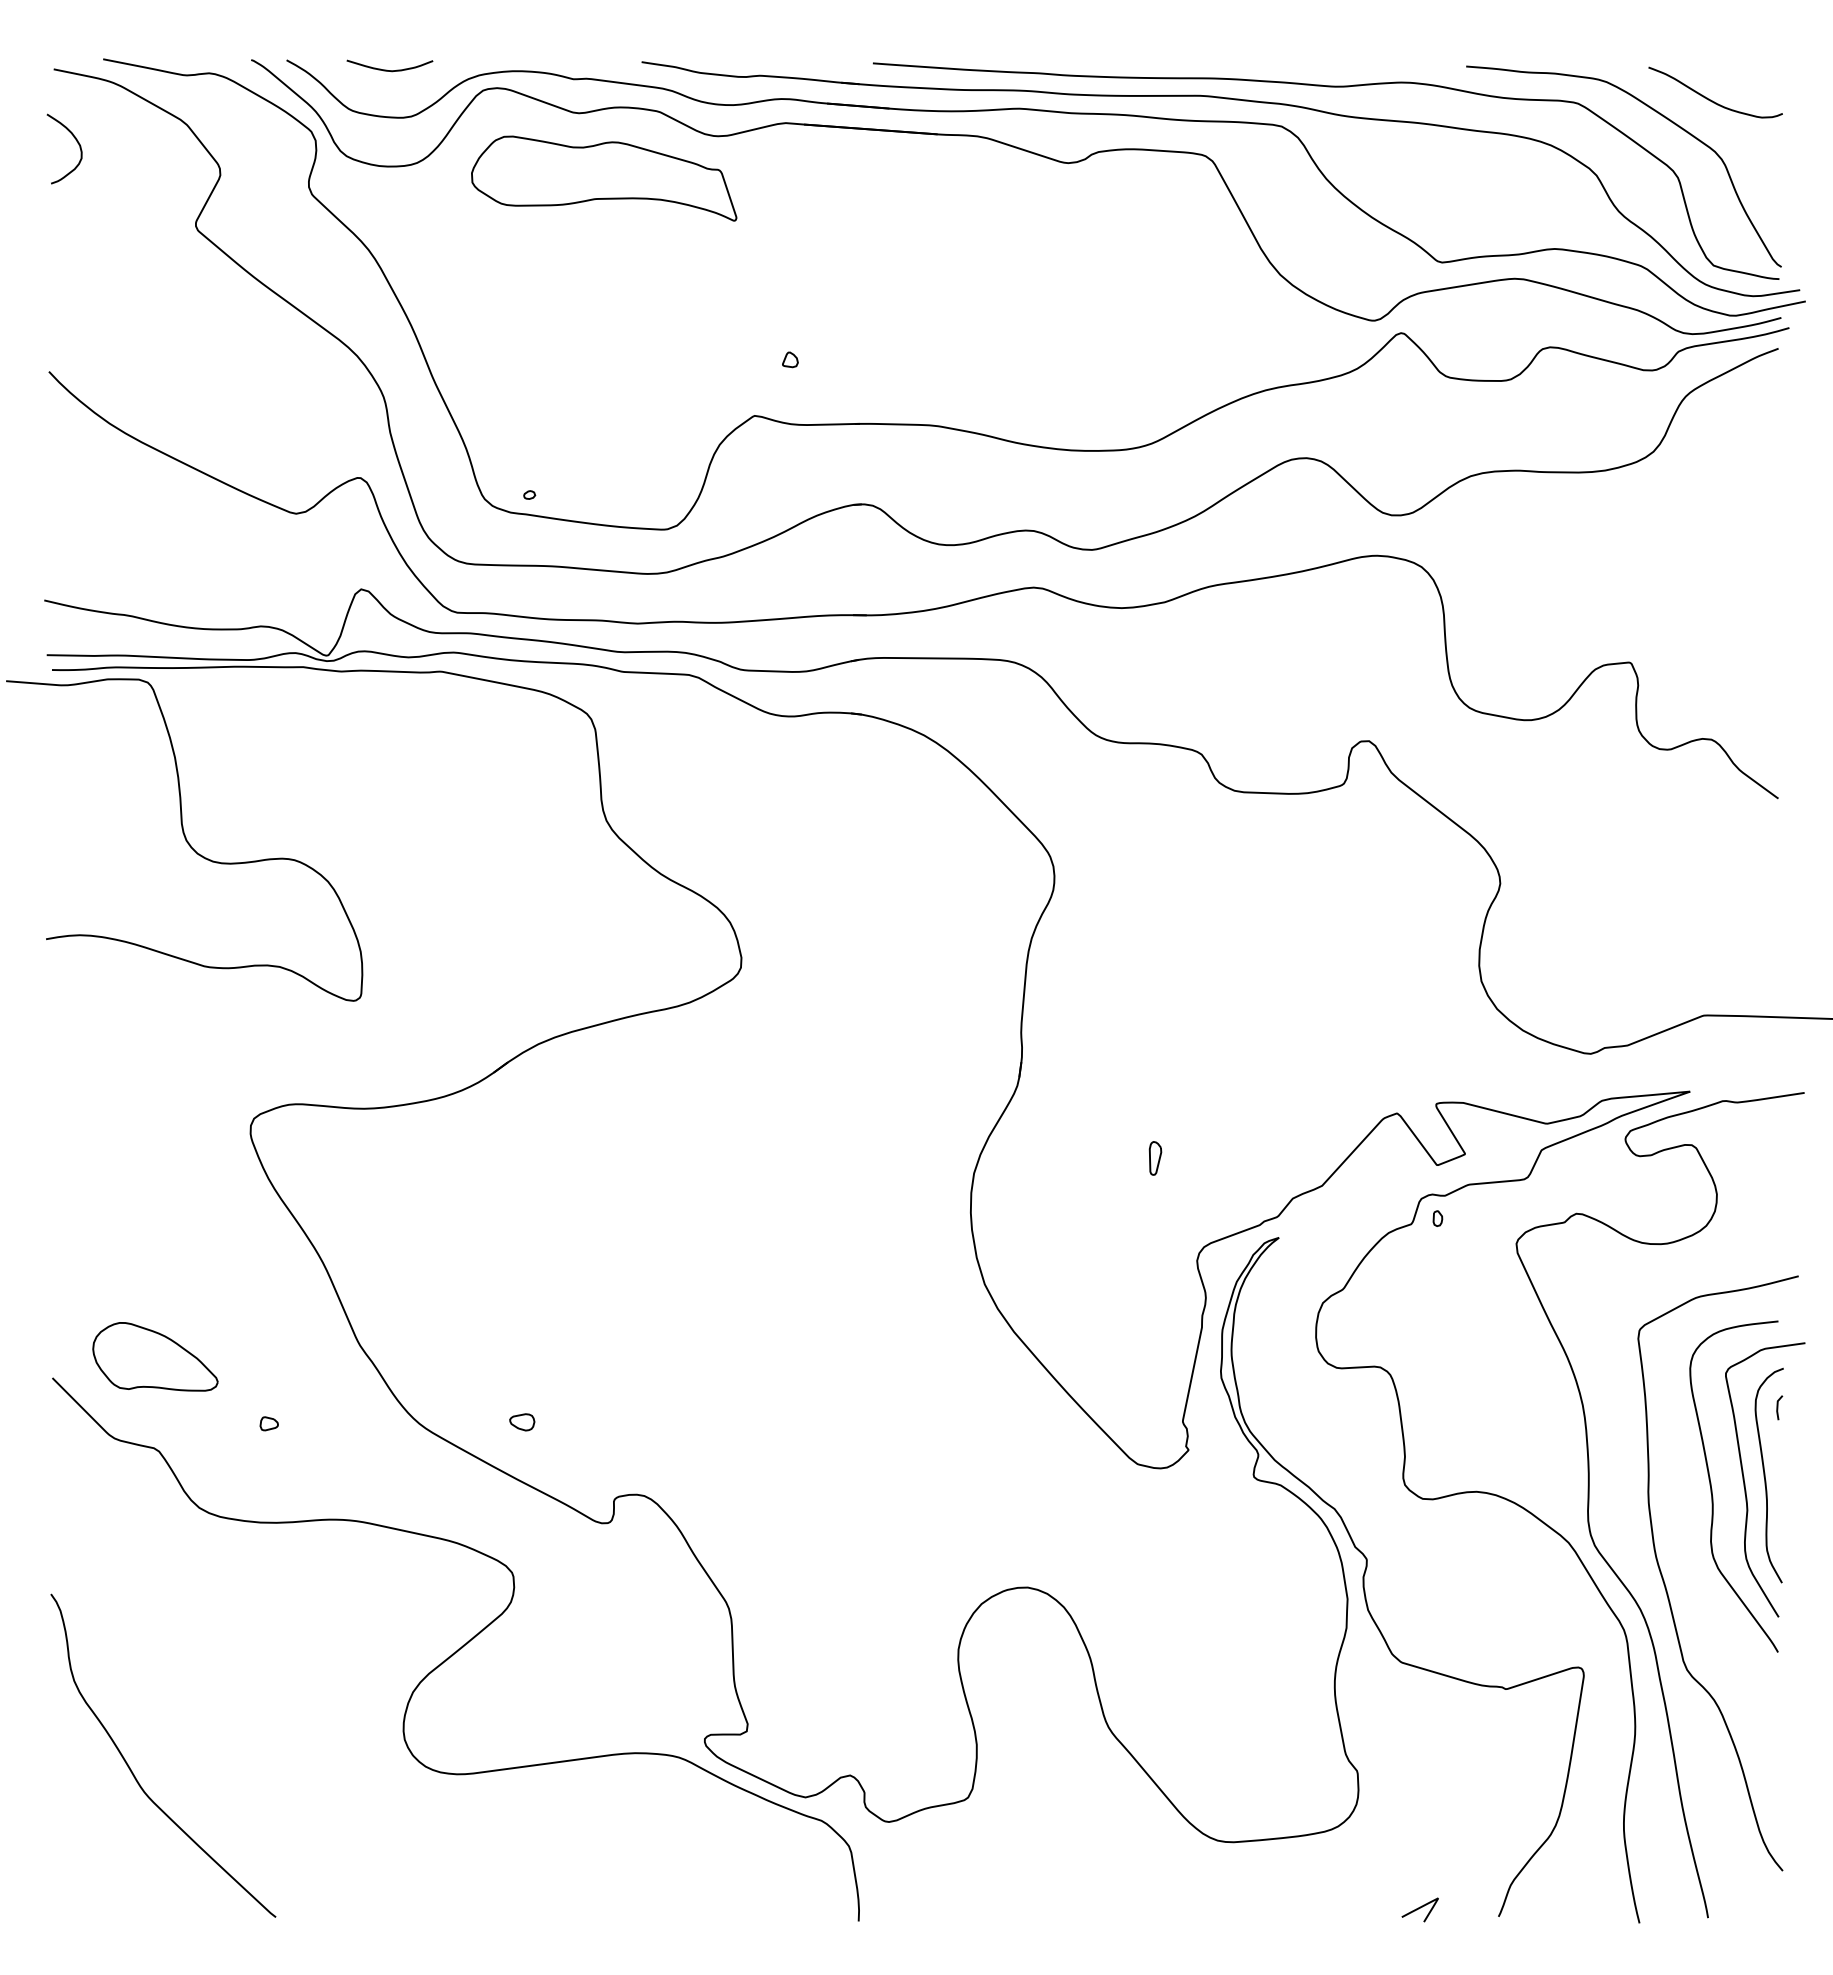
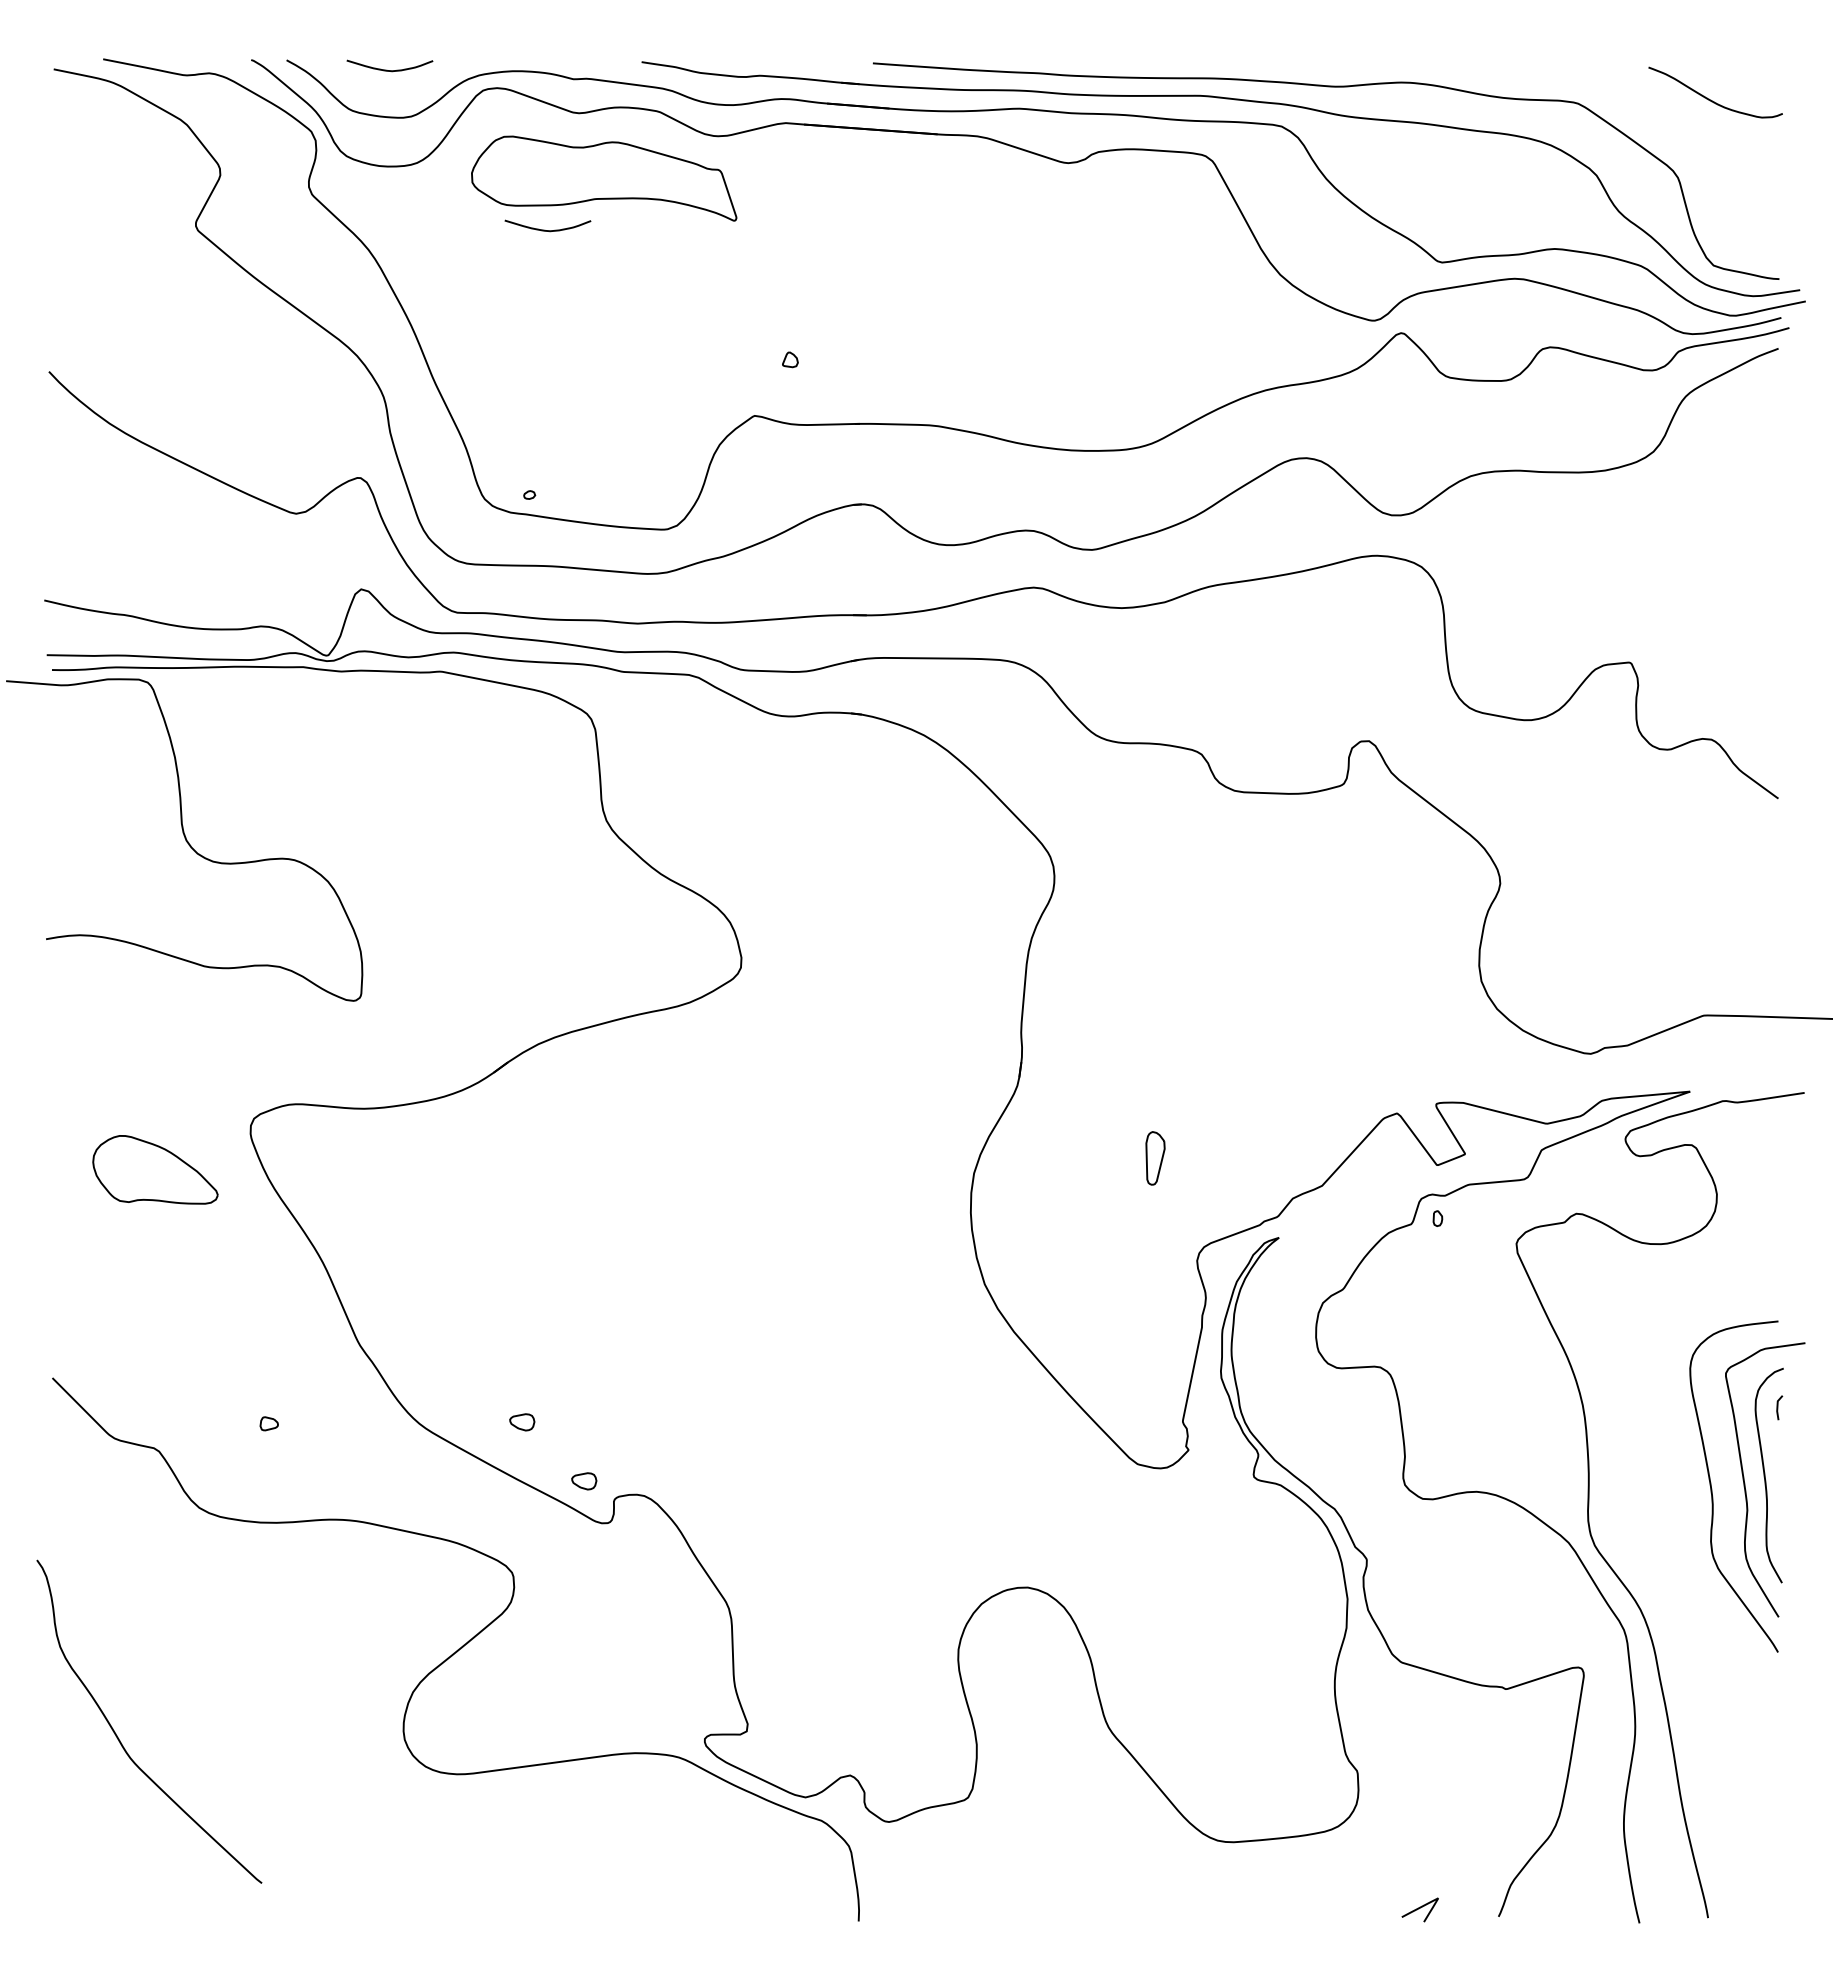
curve at (1657, 113): present -> none
curve at (76, 141): present -> none
curve at (544, 229): none -> present
part at (1155, 1158) size: 15x35 px -> 21x55 px
part at (155, 1356) position: (155, 1356) -> (155, 1169)
part at (584, 1481): none -> present
curve at (1666, 1586): present -> none
curve at (133, 1772) position: (133, 1772) -> (119, 1738)
